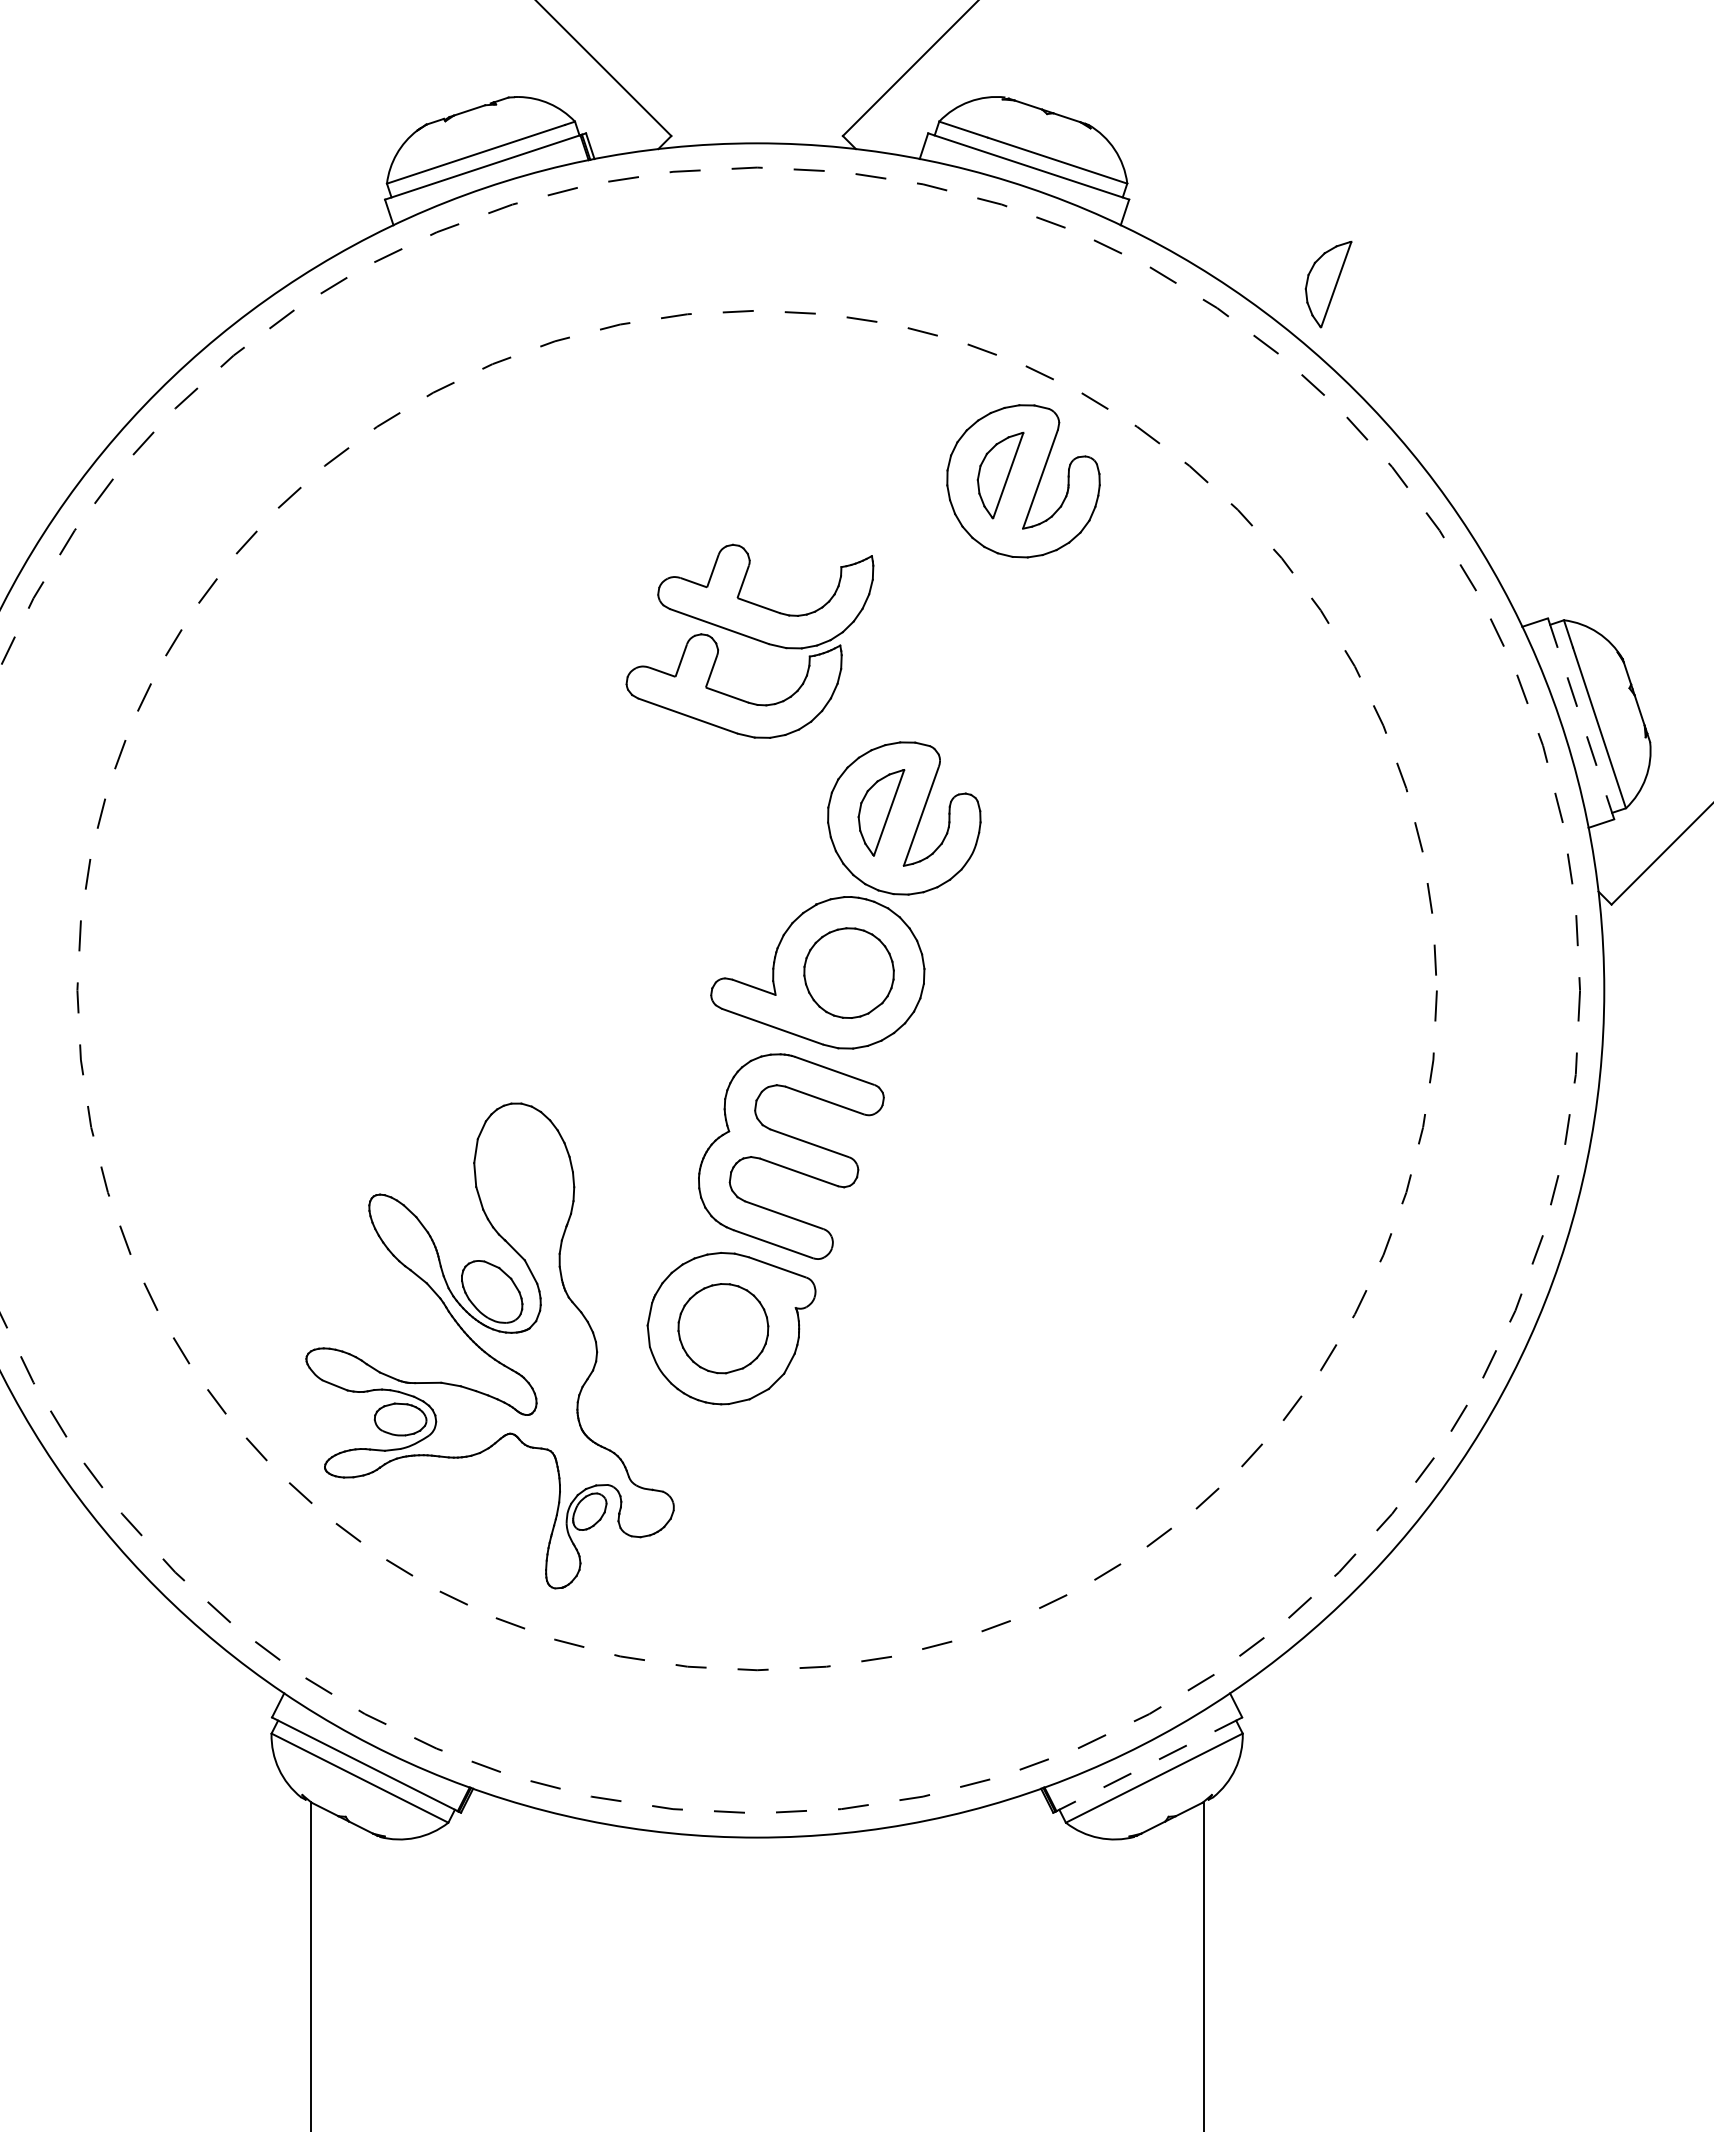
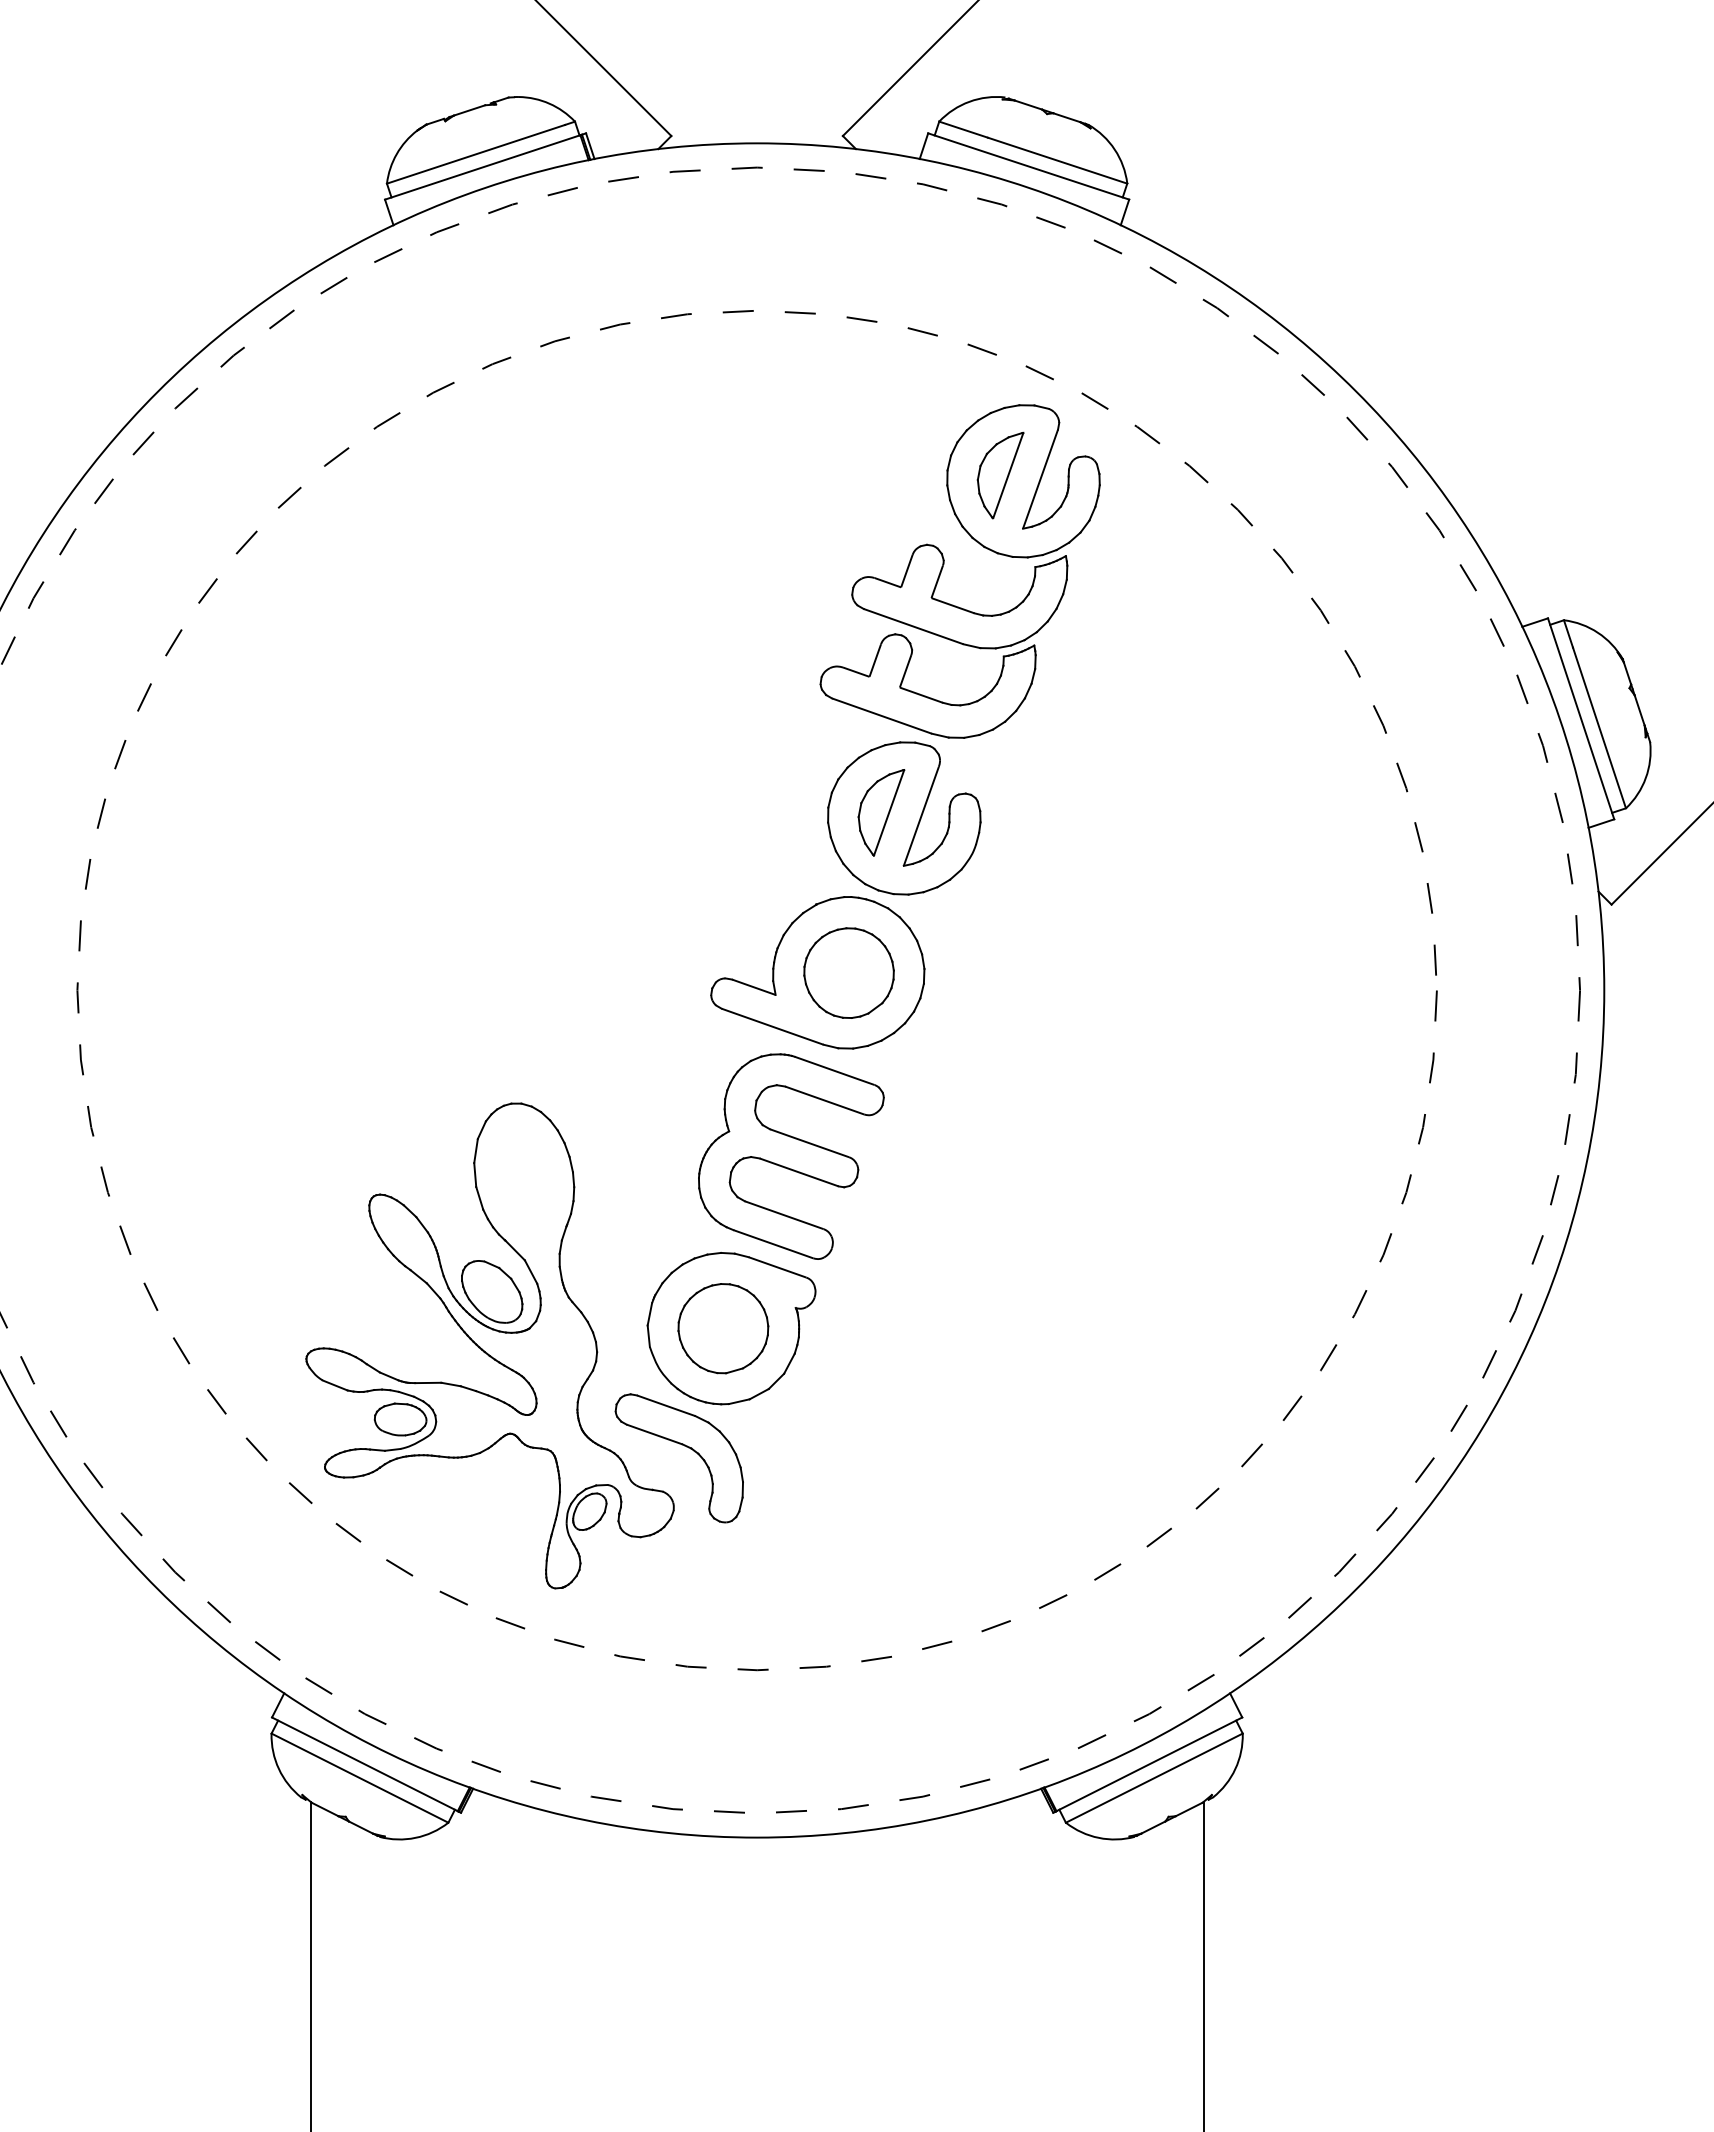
part at (1328, 284): present -> none
part at (749, 640) position: (749, 640) -> (943, 640)
line at (1581, 718): dashed -> solid
part at (684, 1446): none -> present
line at (1148, 1764): dashed -> solid
